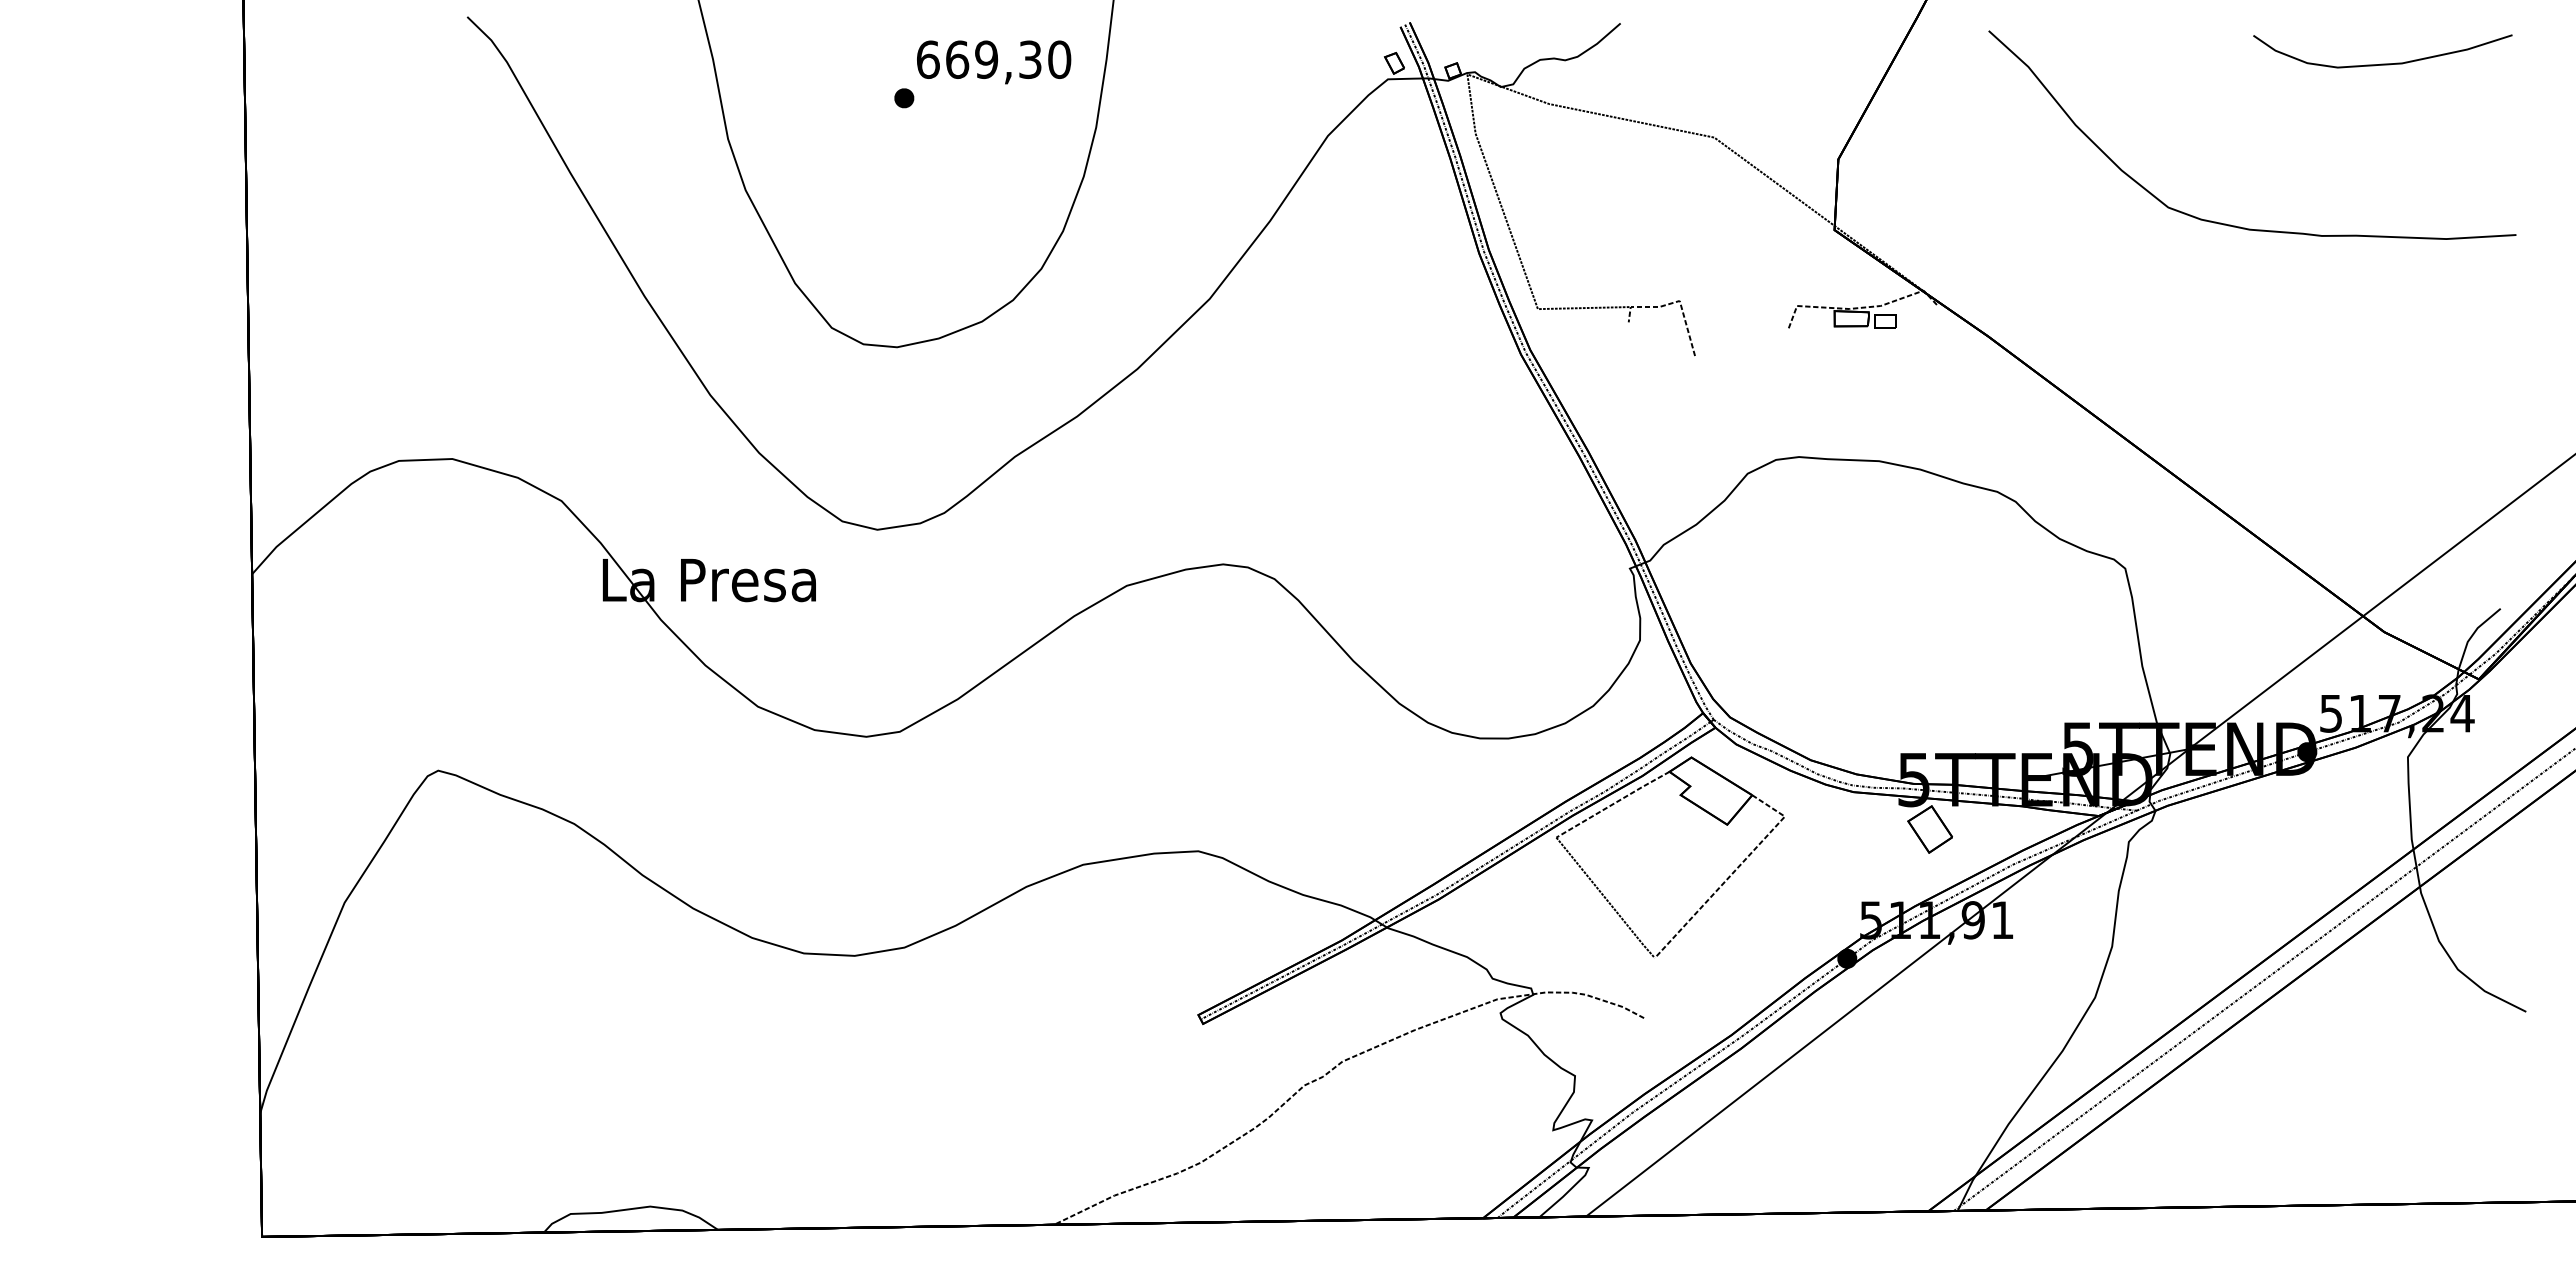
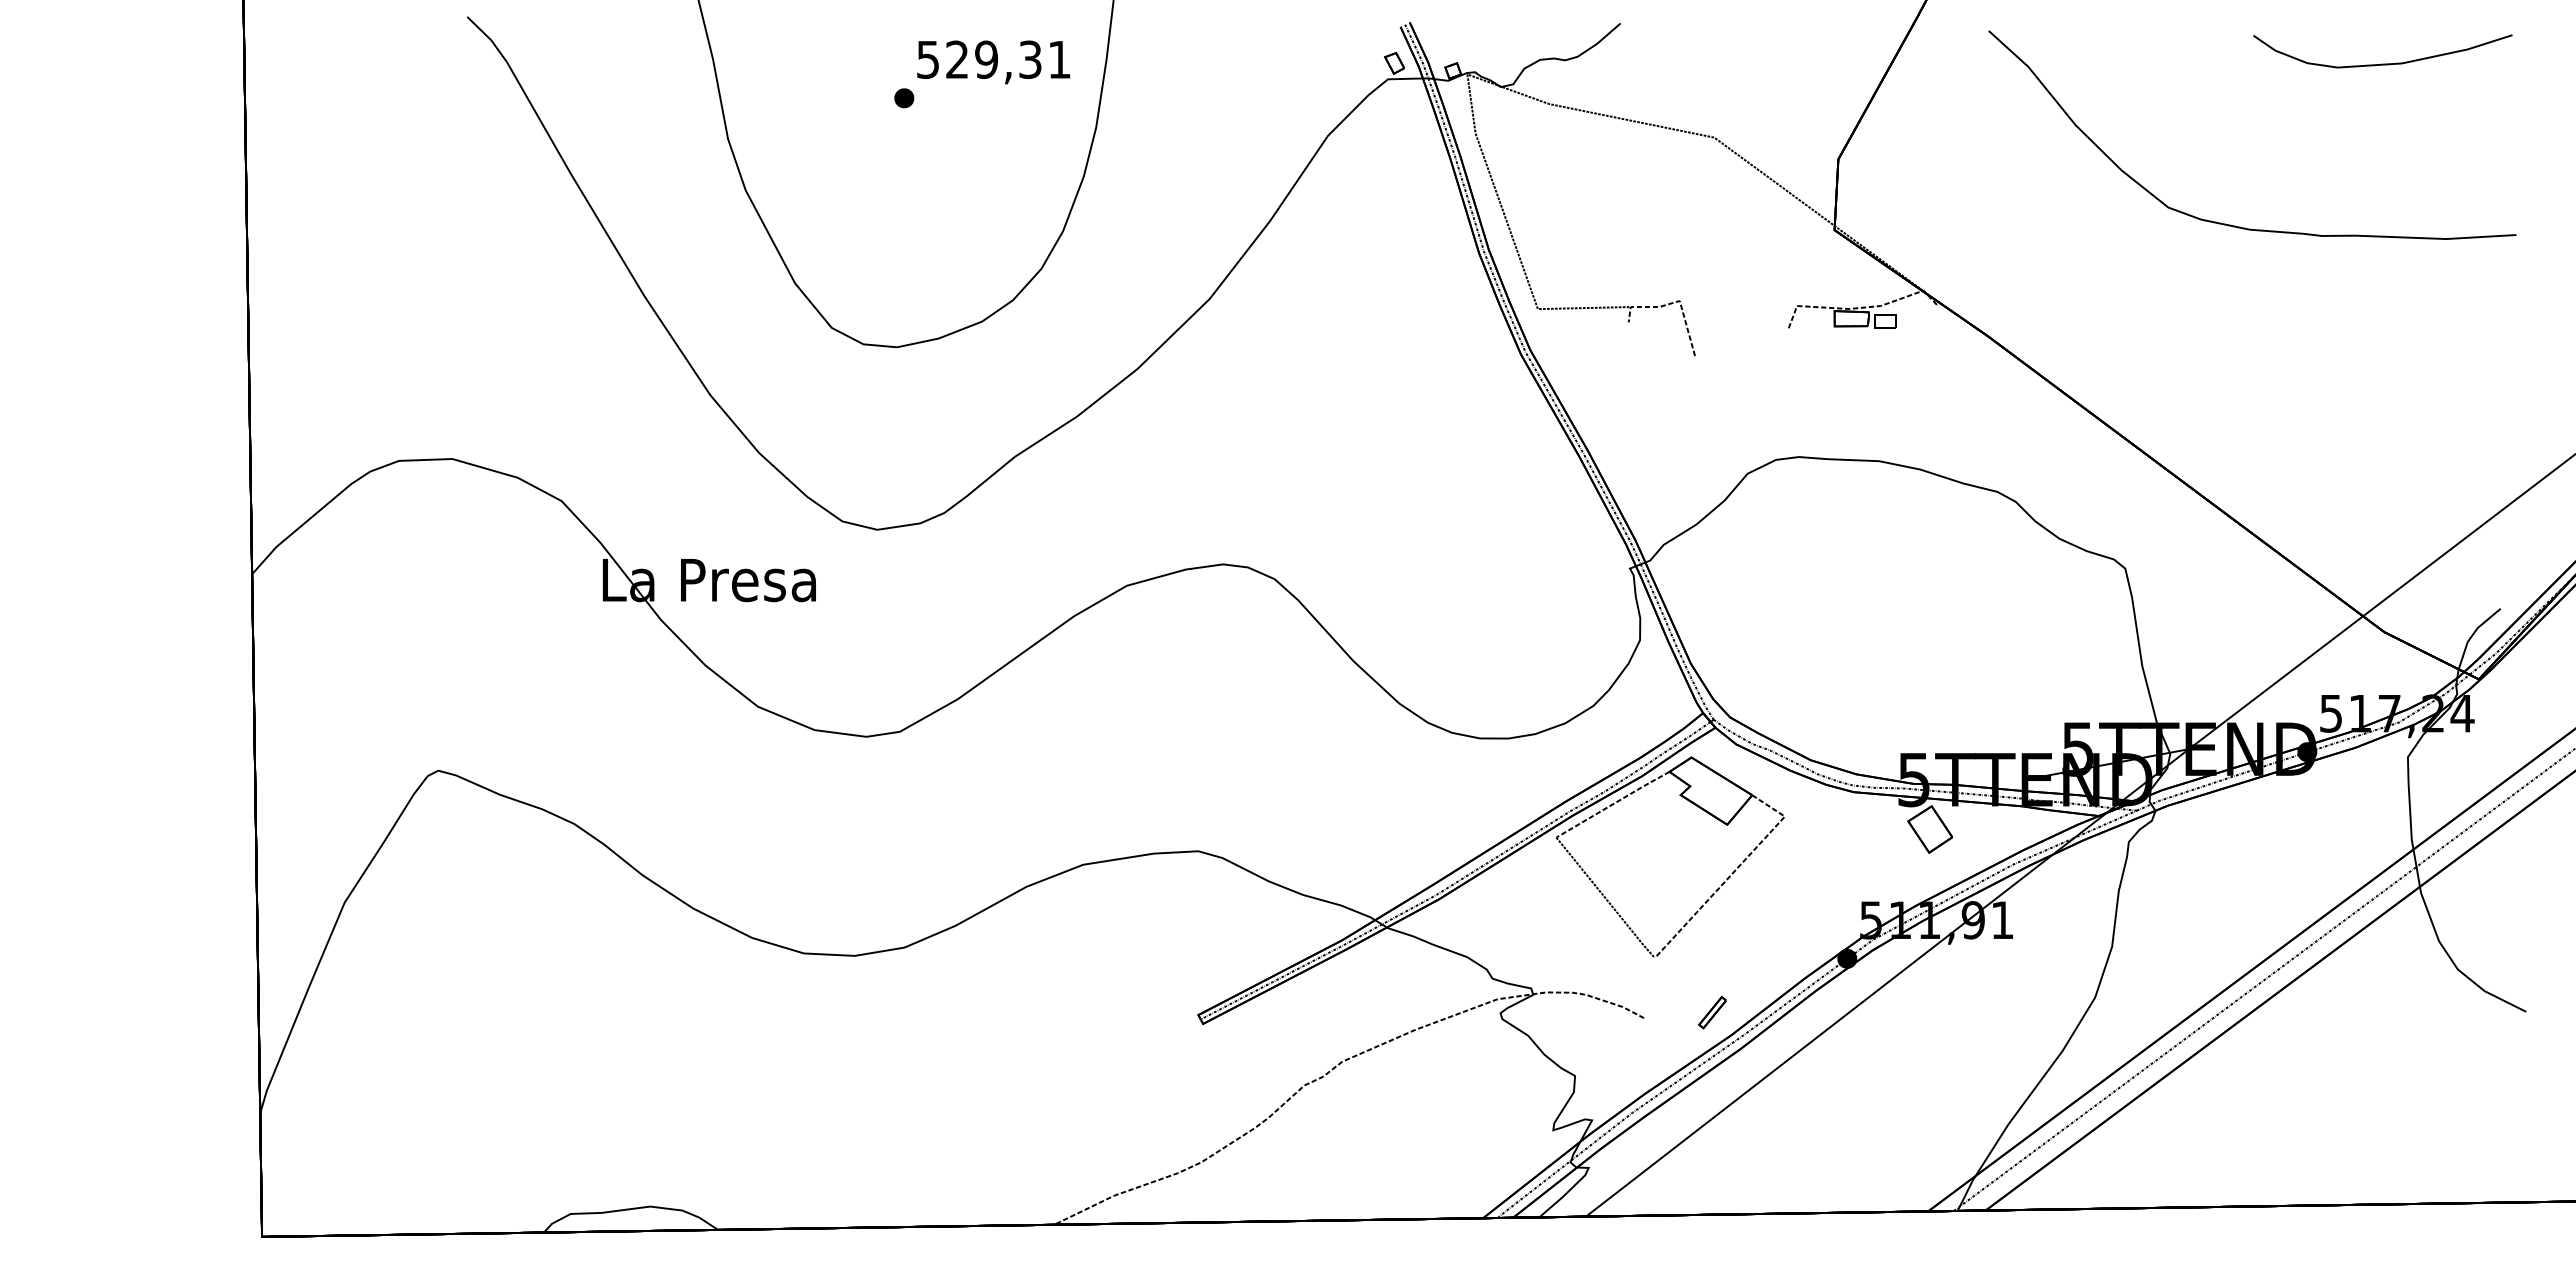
text at (994, 59): 669,30 -> 529,31
part at (1712, 1012): none -> present
